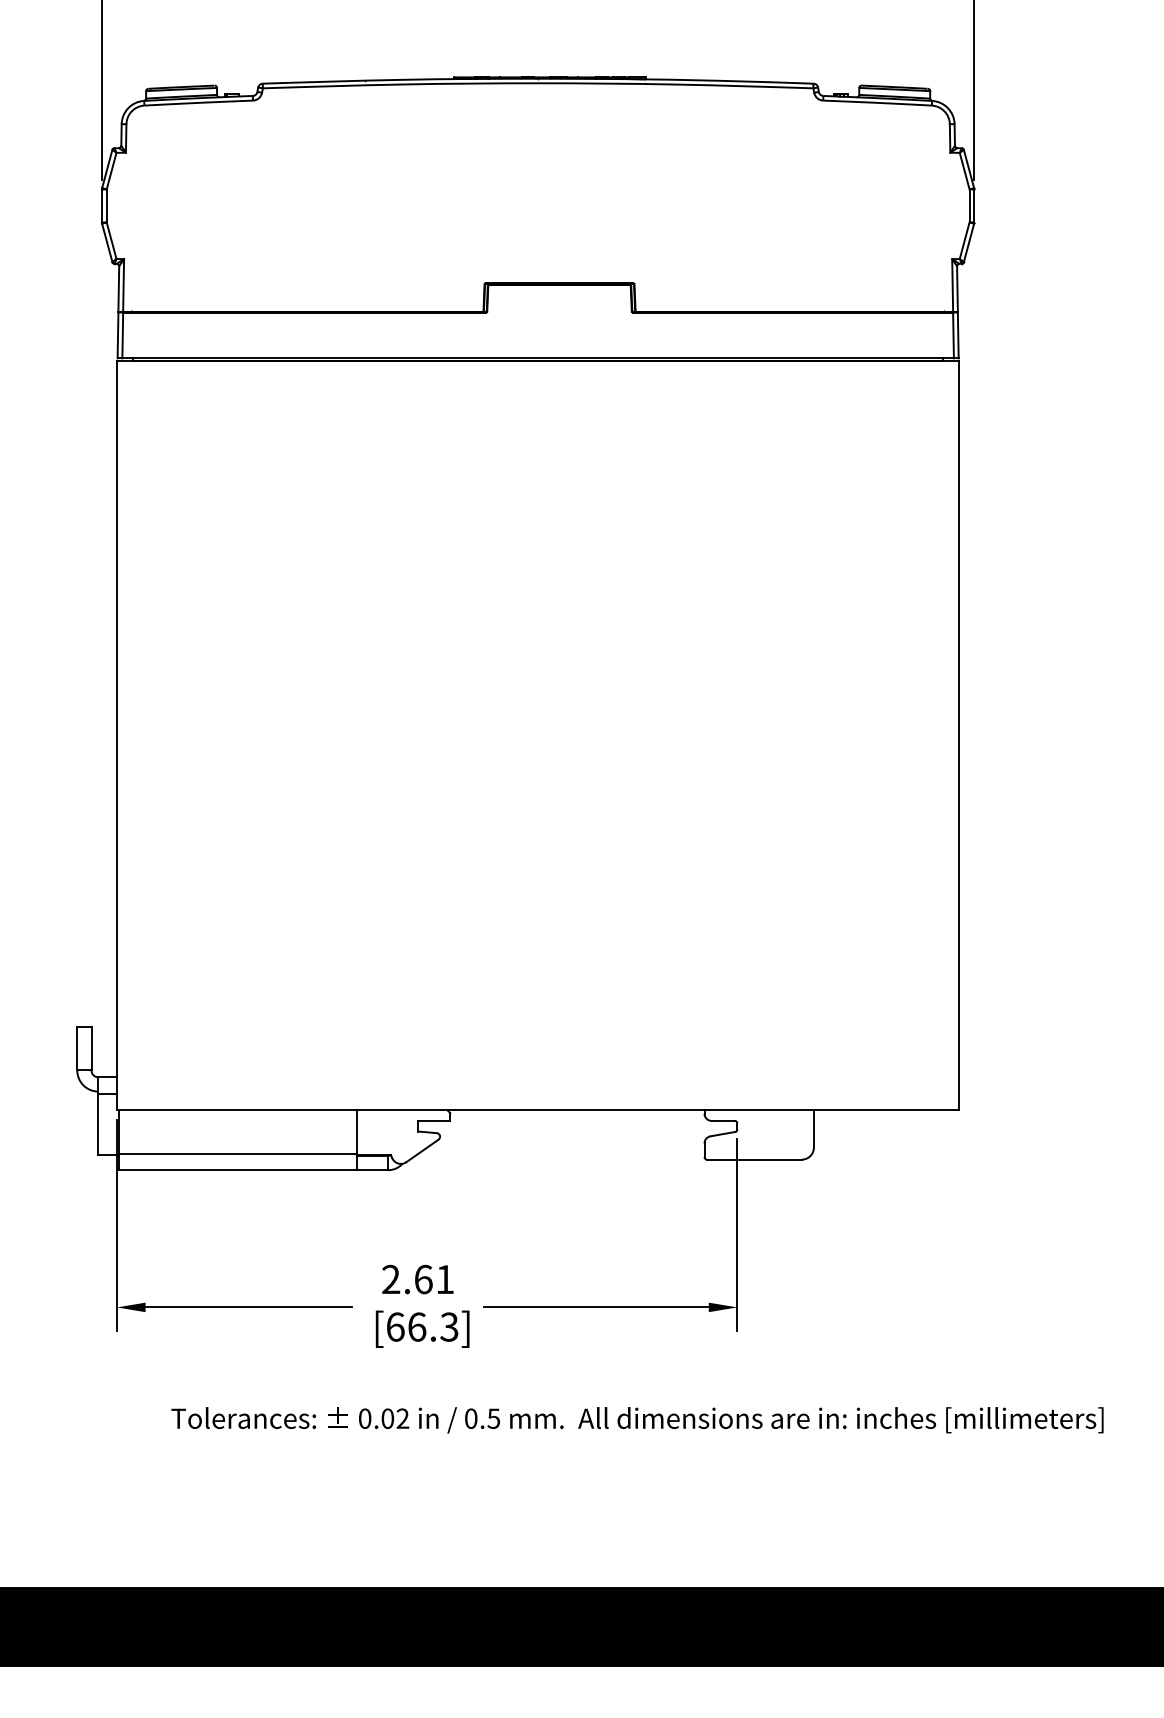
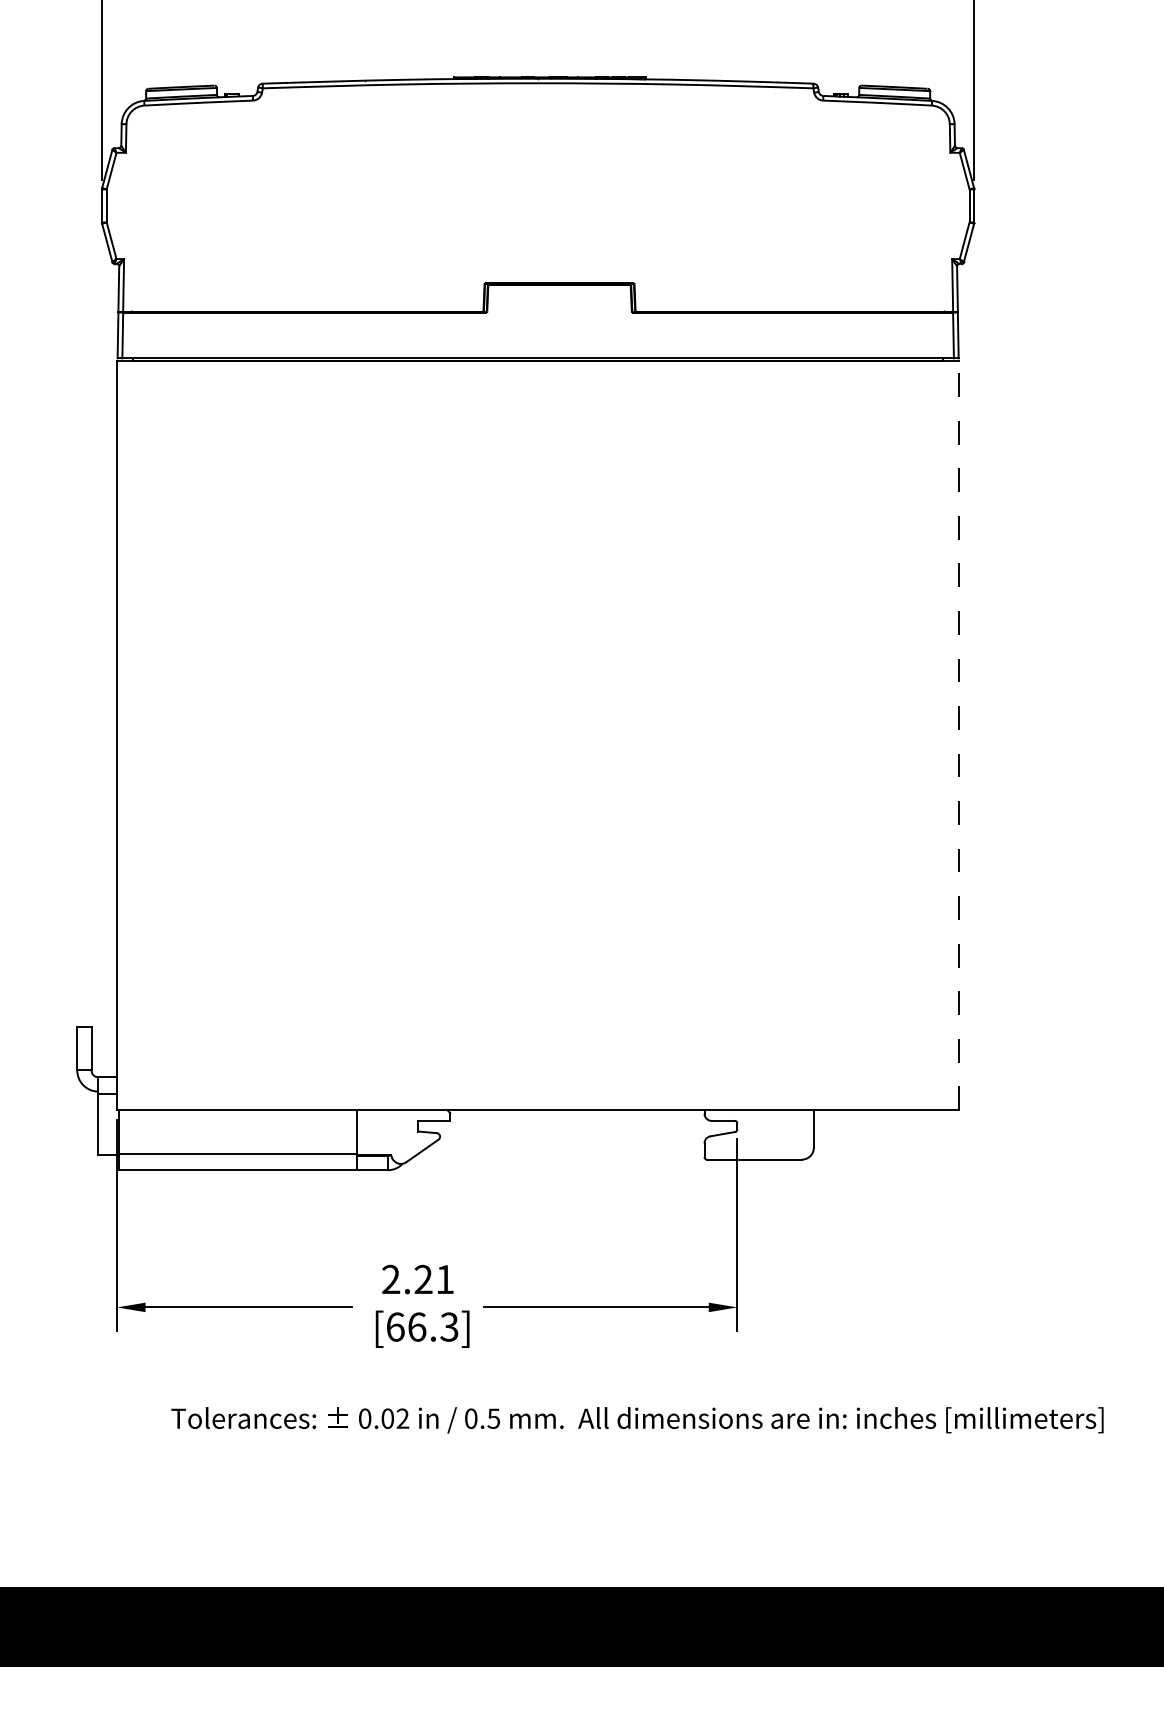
line at (959, 735): solid -> dashed
text at (423, 1279): 2.61 -> 2.21
